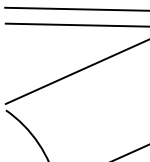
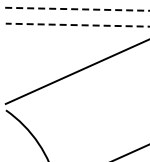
line at (77, 9): solid -> dashed
line at (77, 25): solid -> dashed
